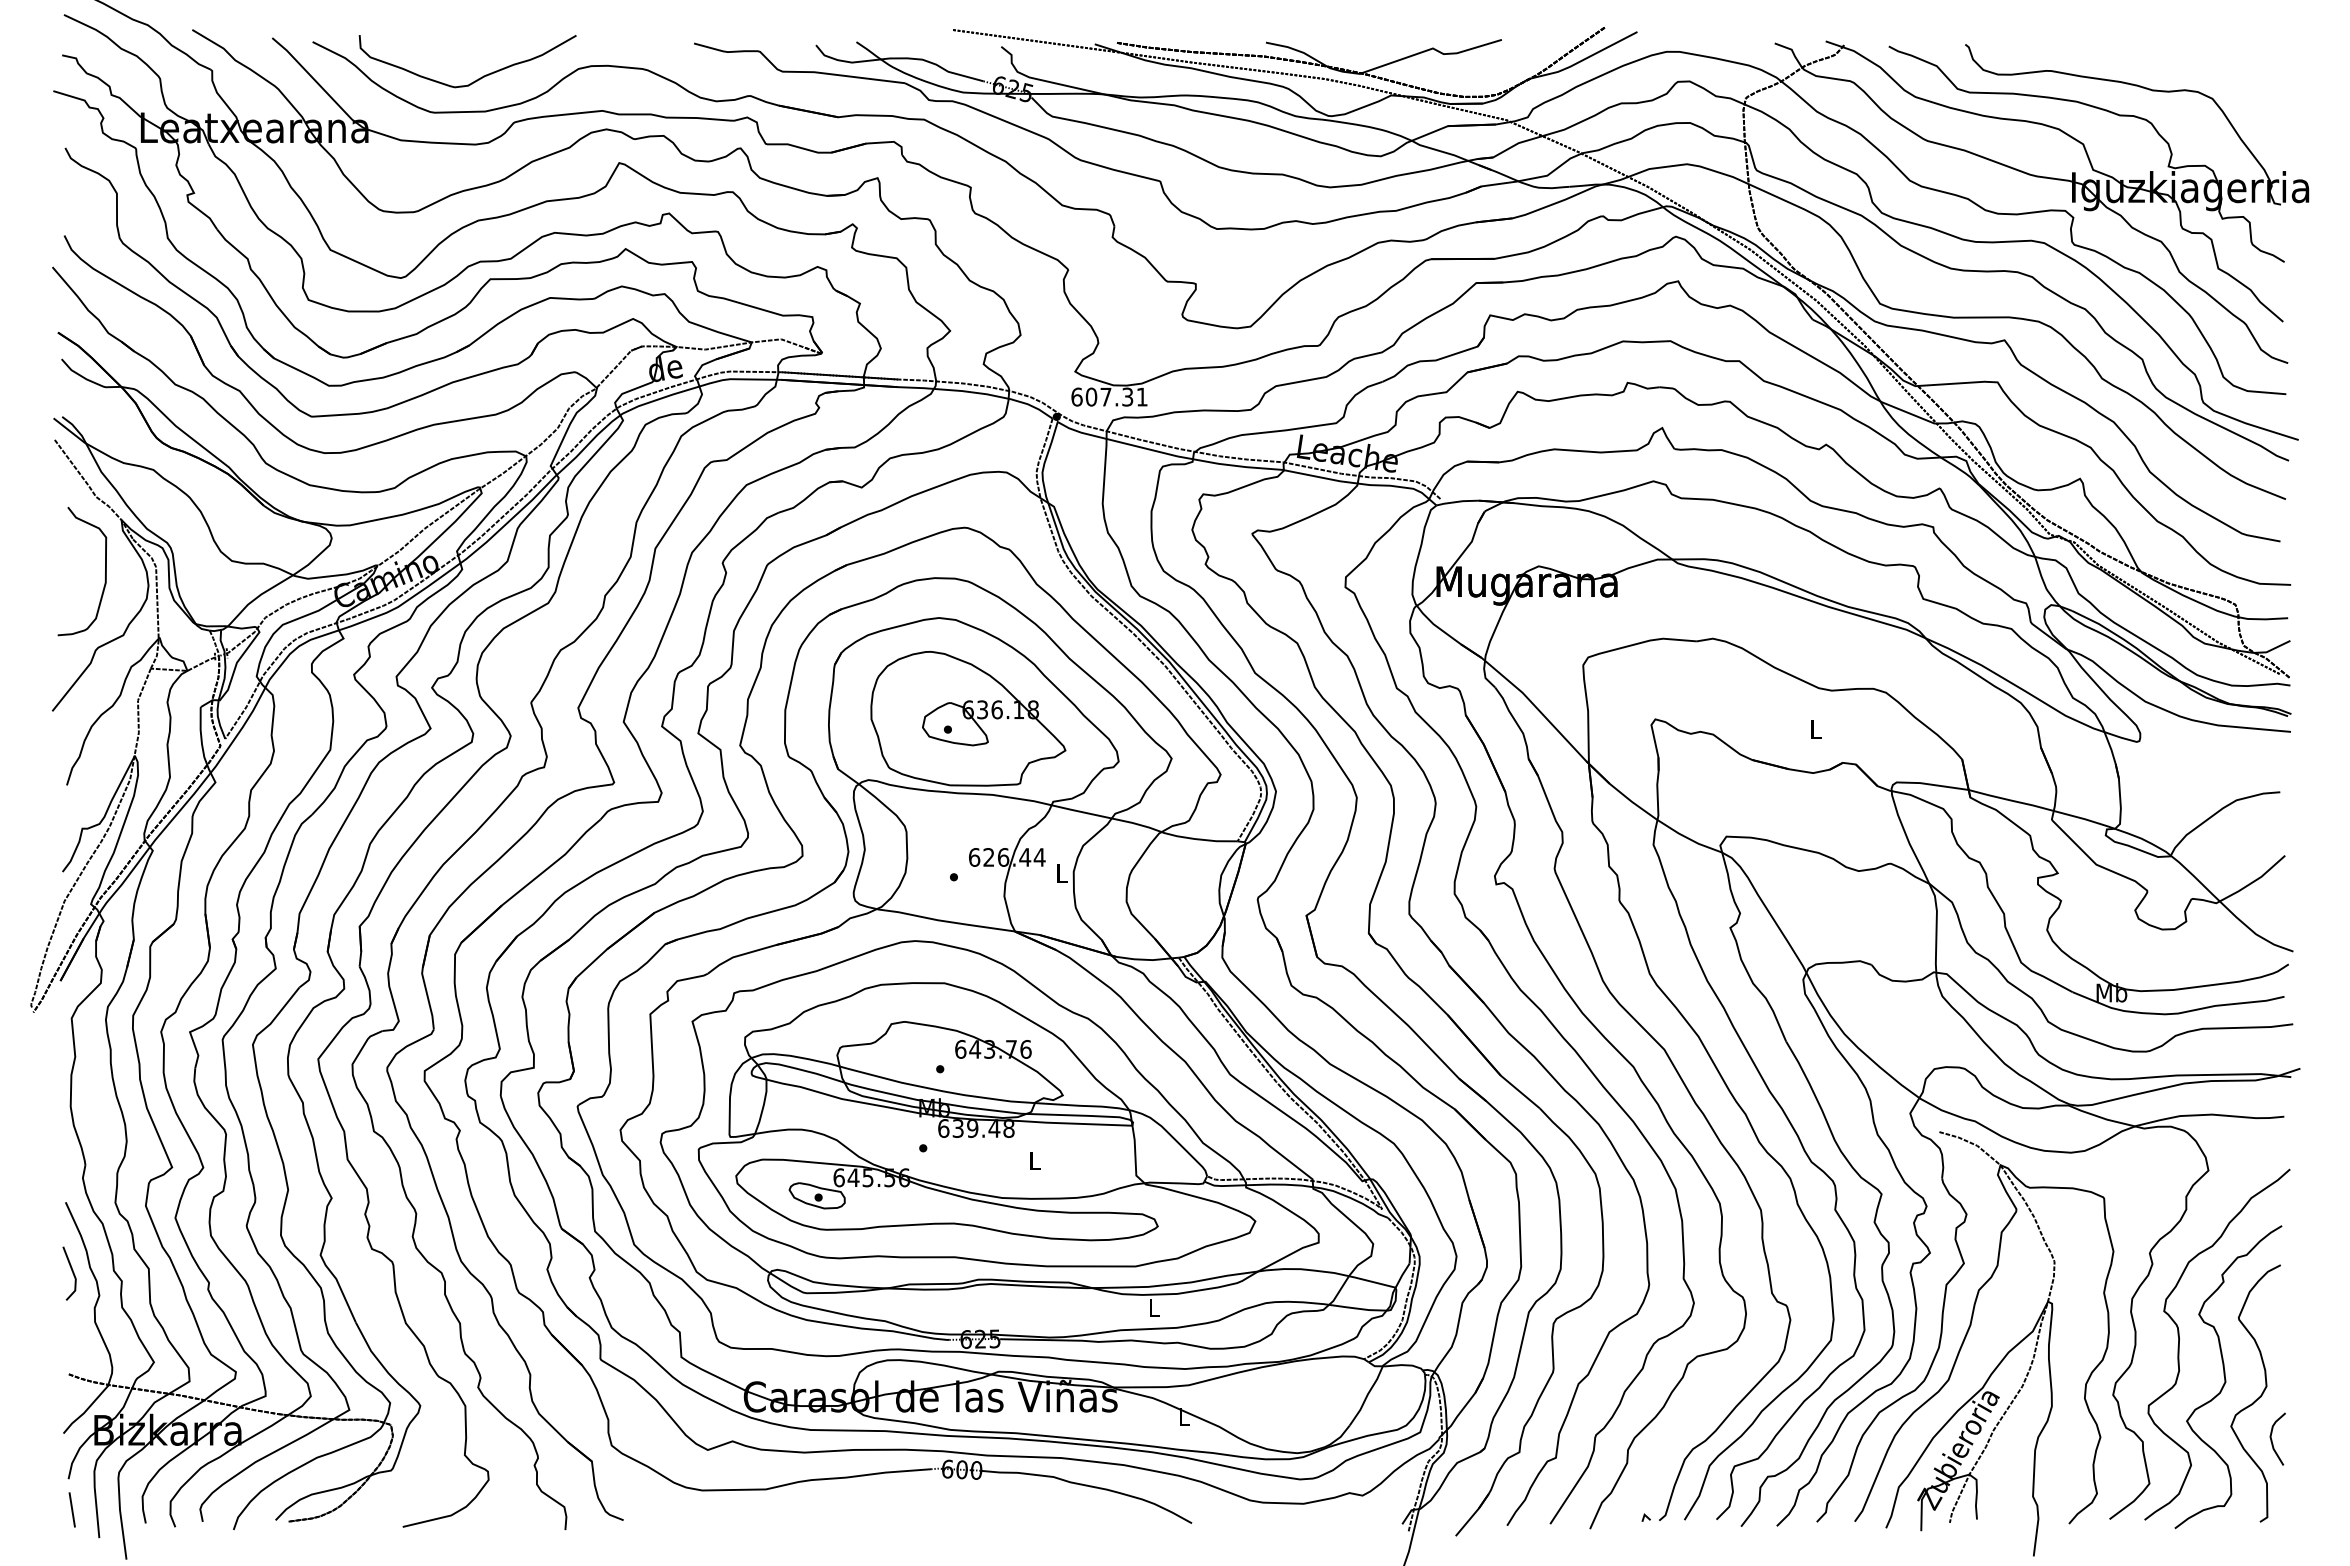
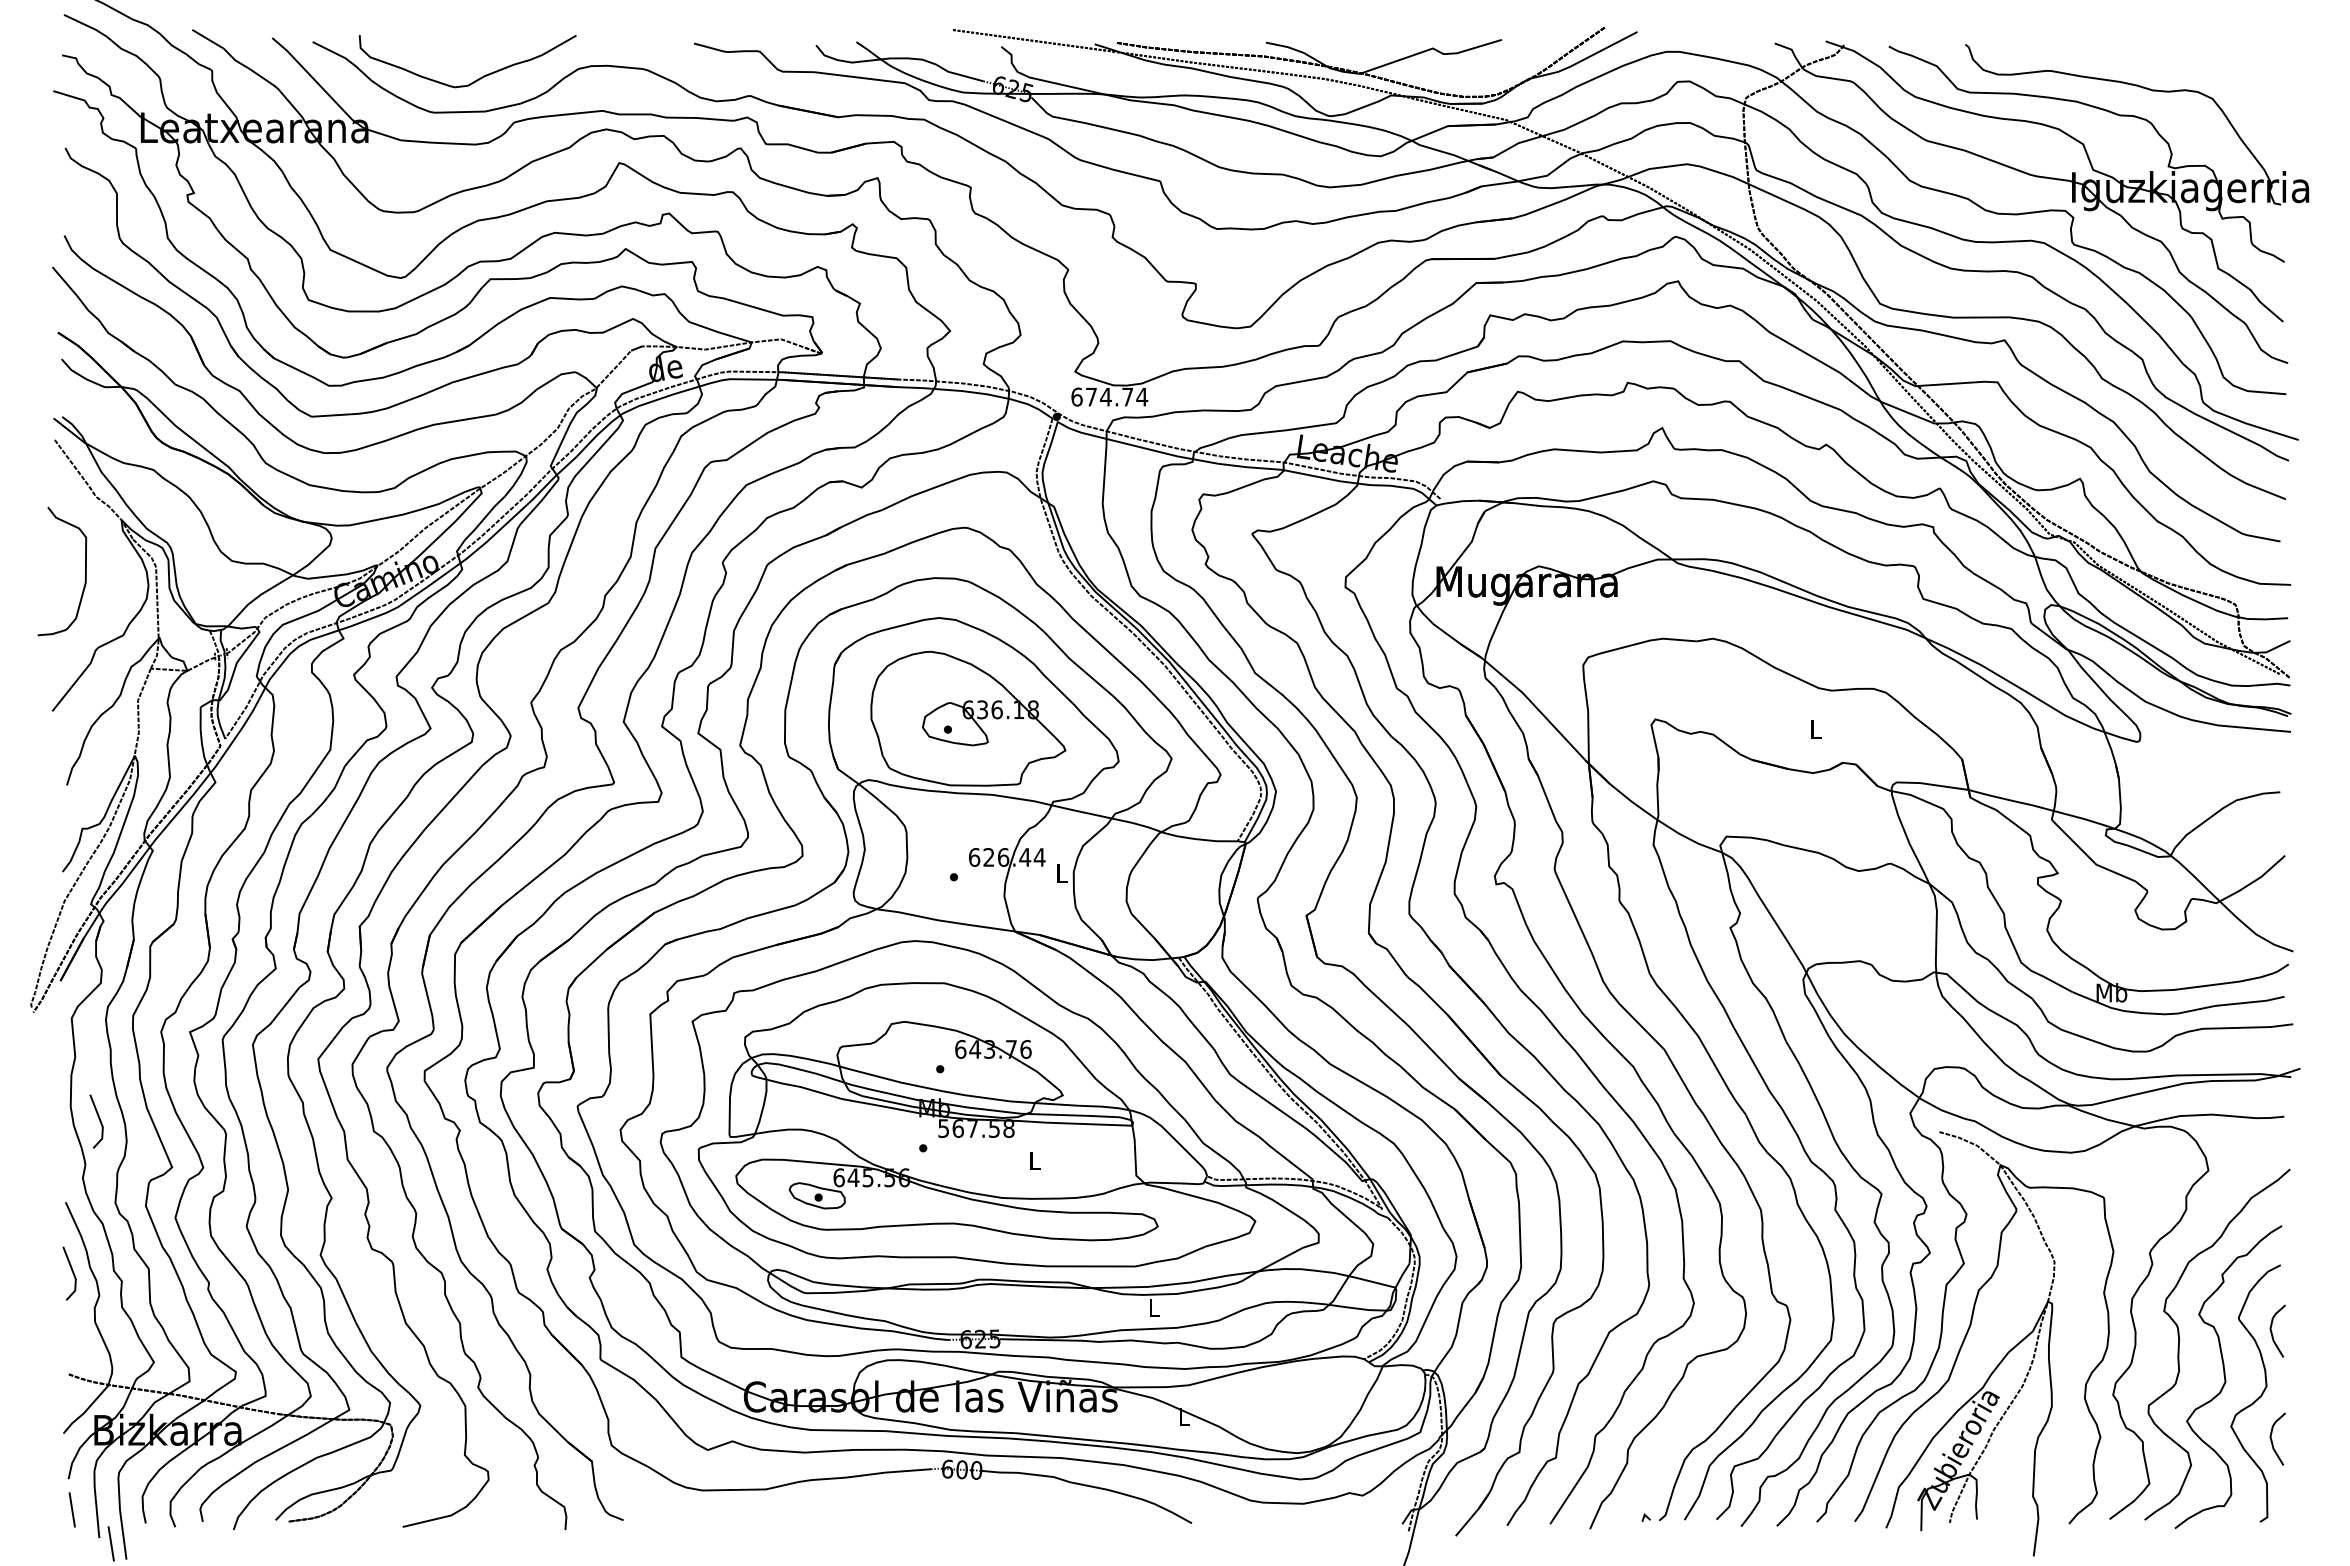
text at (1116, 396): 607.31 -> 674.74
curve at (105, 571) position: (105, 571) -> (85, 571)
line at (98, 1119): none -> present
text at (969, 1128): 639.48 -> 567.58
curve at (2272, 1331): none -> present
line at (110, 1543): none -> present
